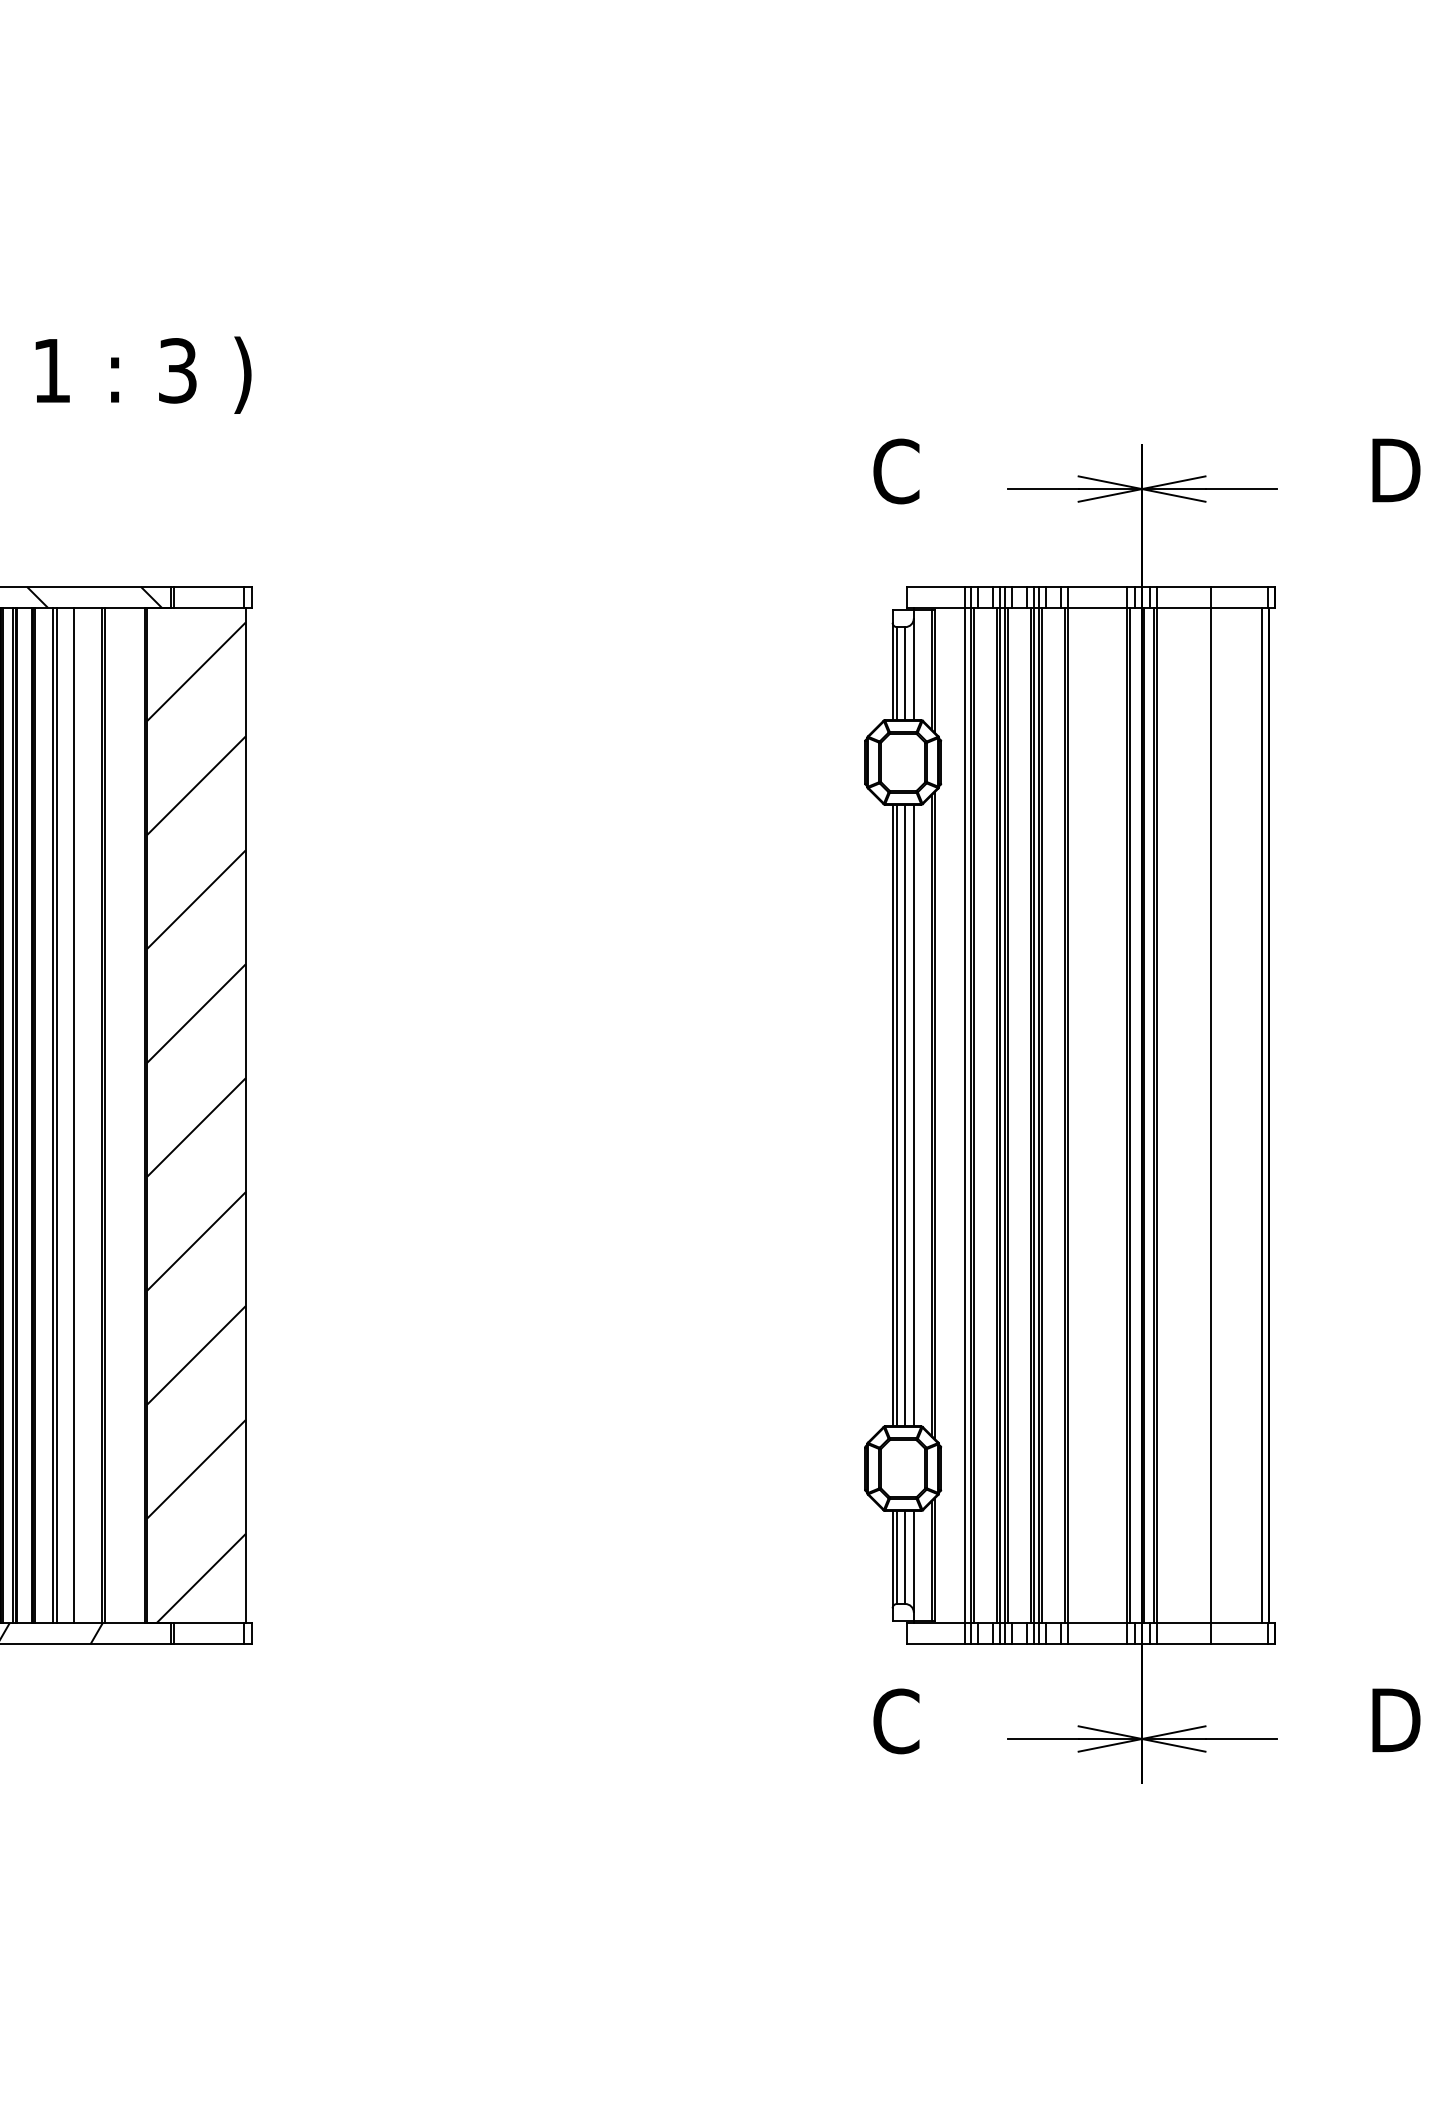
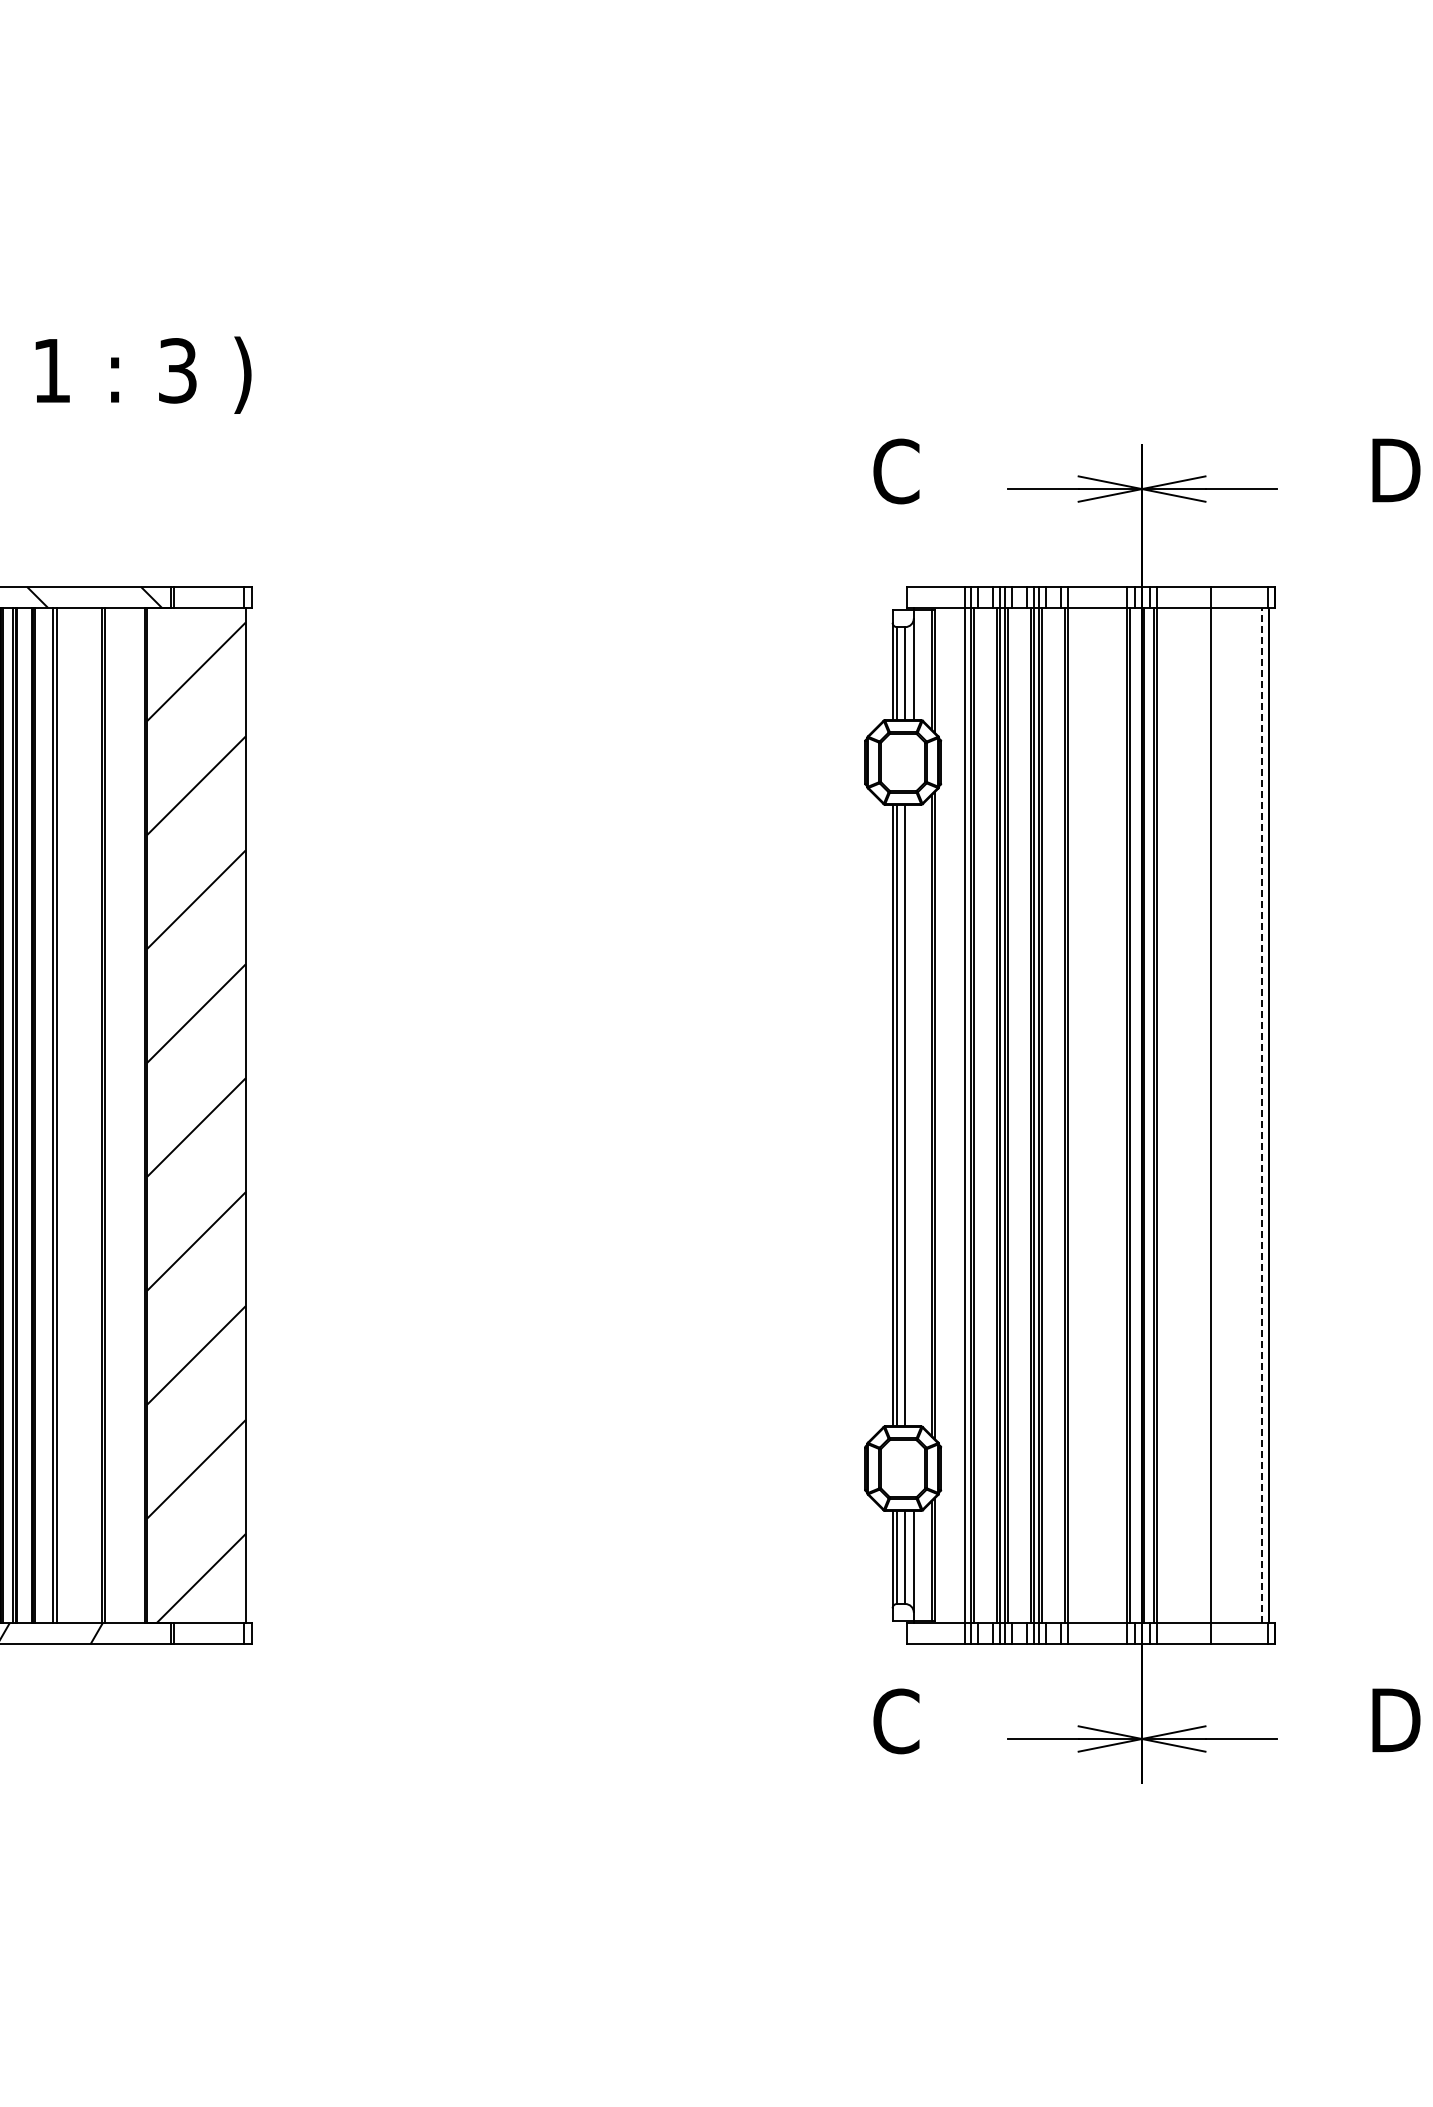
line at (74, 1115): present -> none
line at (913, 1115): present -> none
line at (1261, 1115): solid -> dashed
